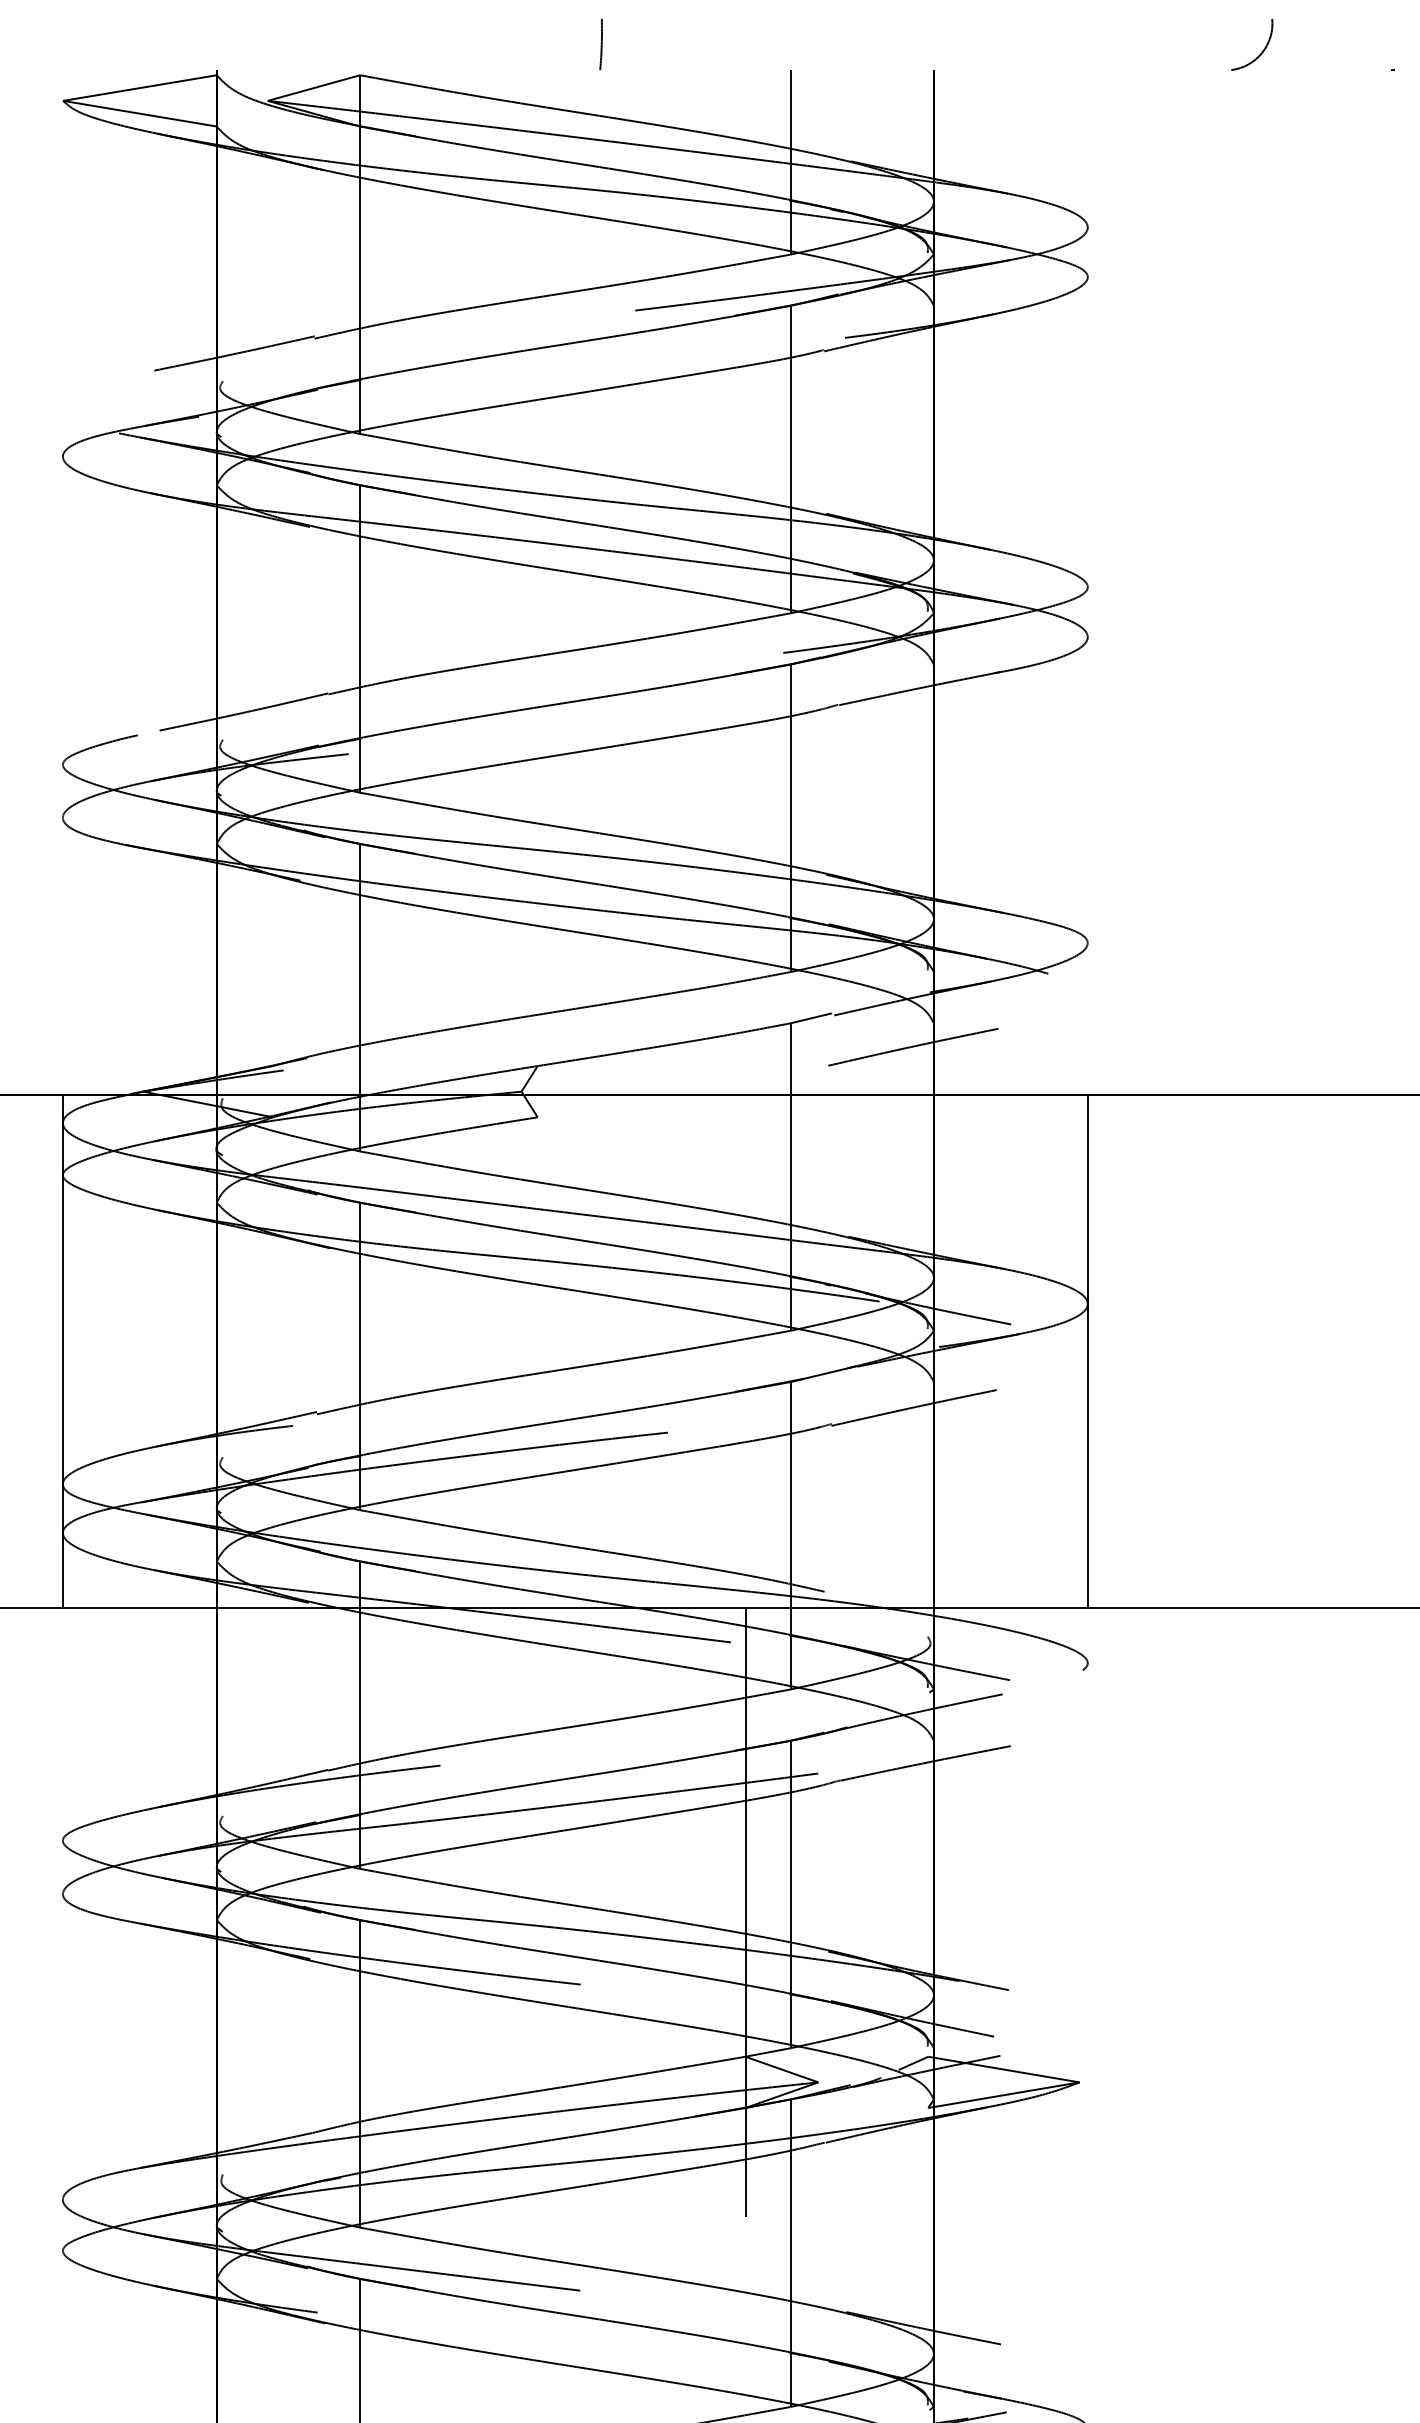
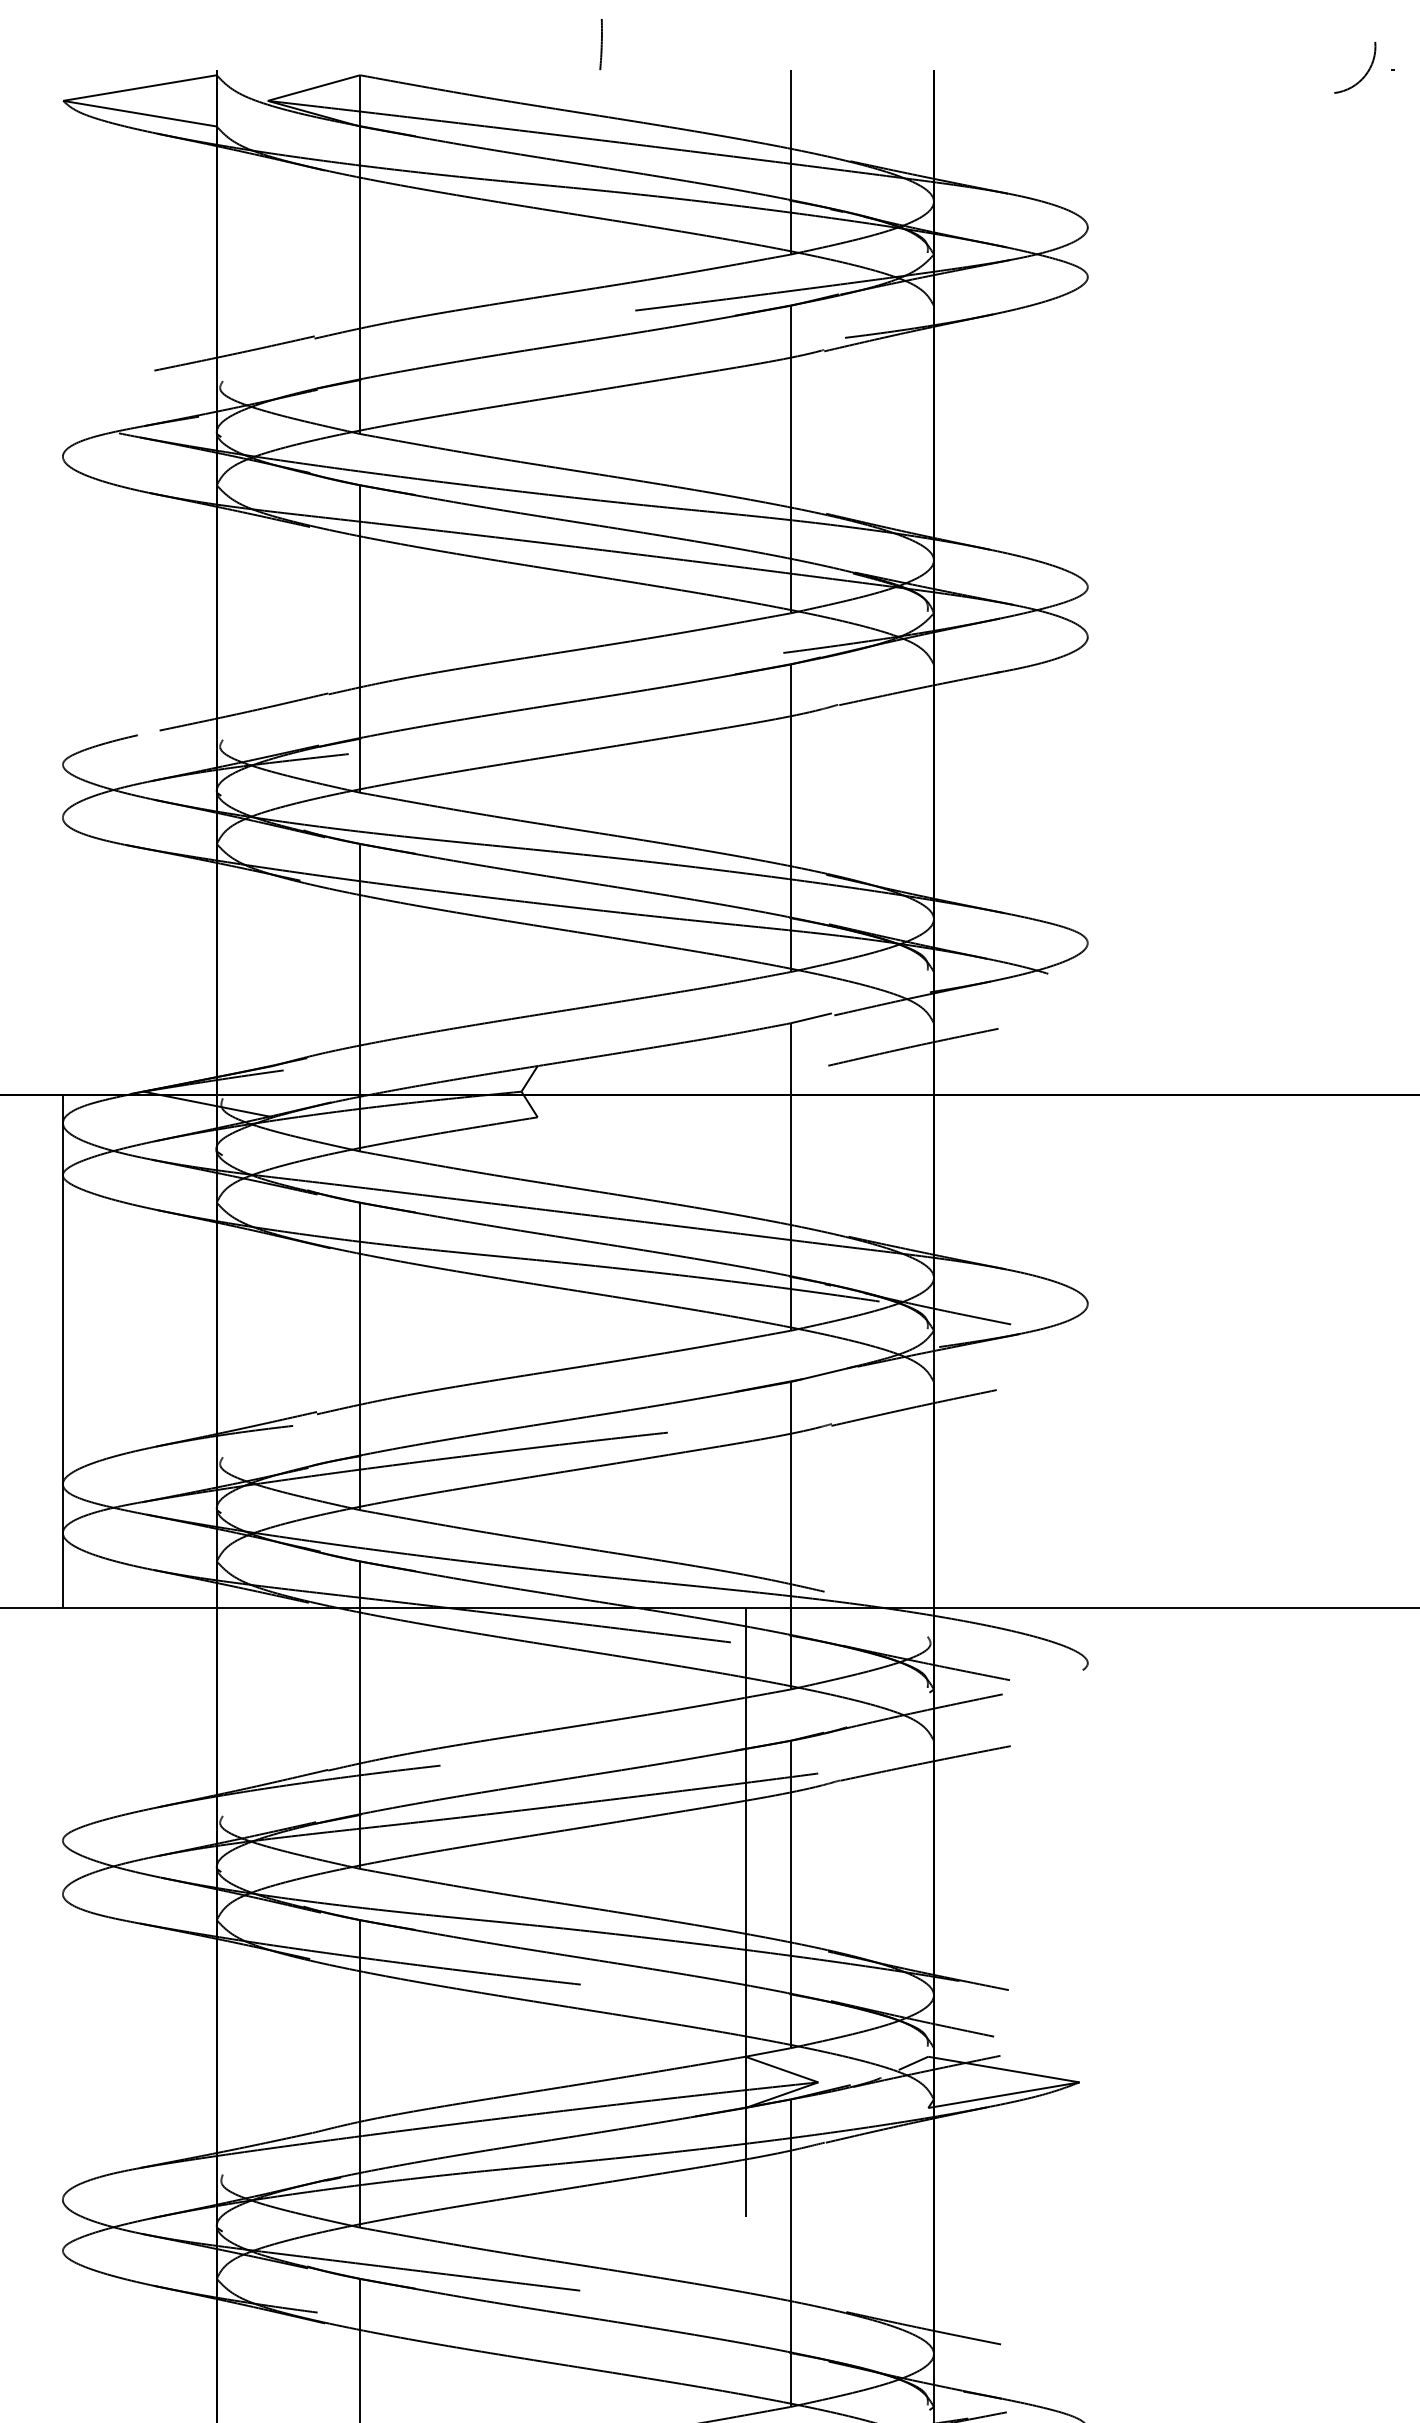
arc at (1262, 50) position: (1262, 50) -> (1365, 73)
line at (1087, 1351): present -> none
